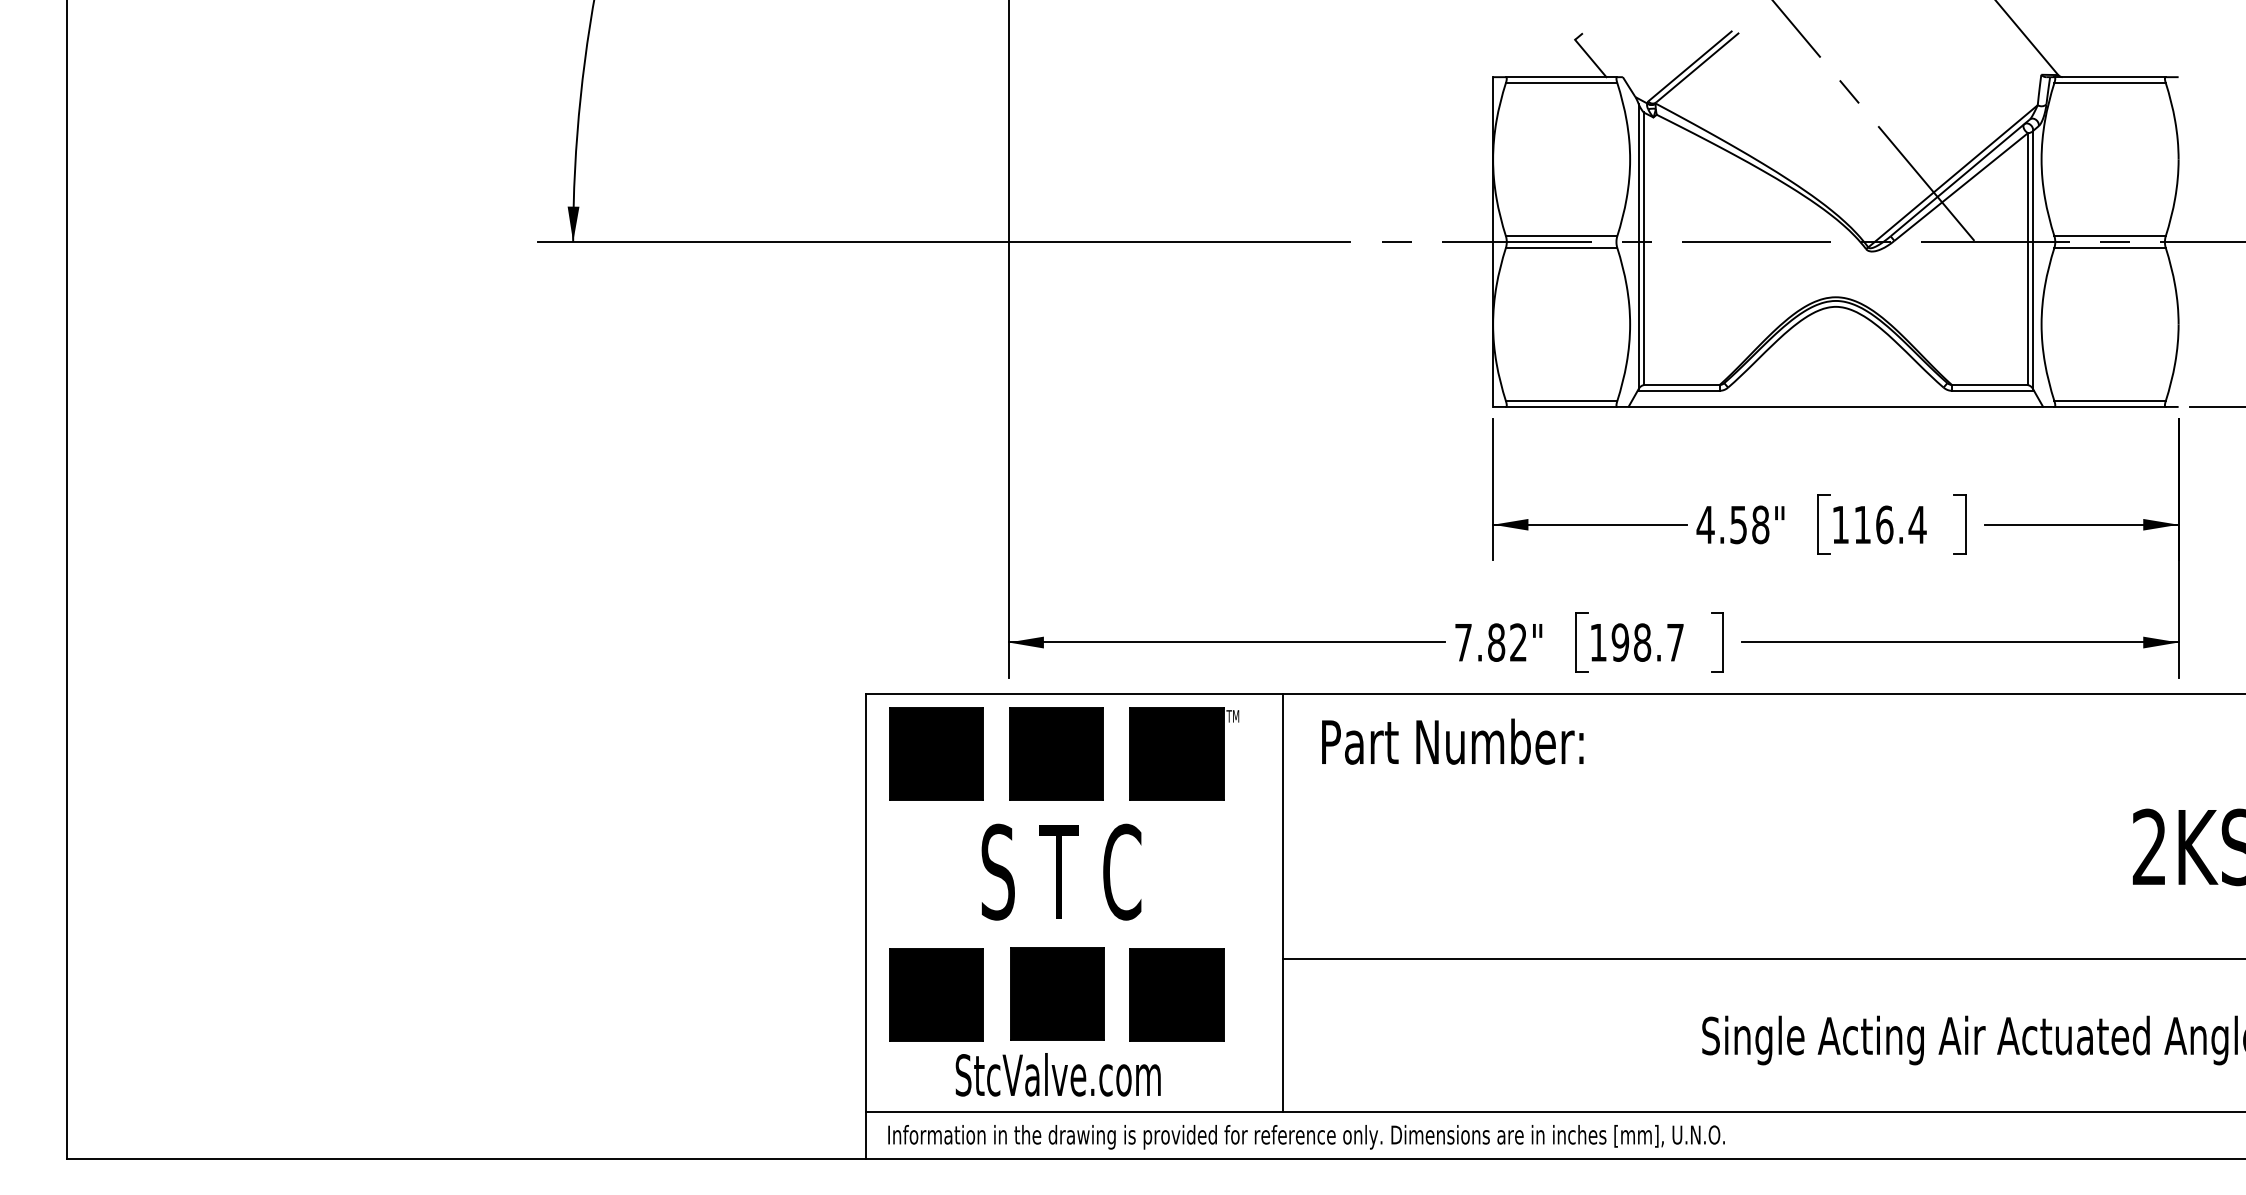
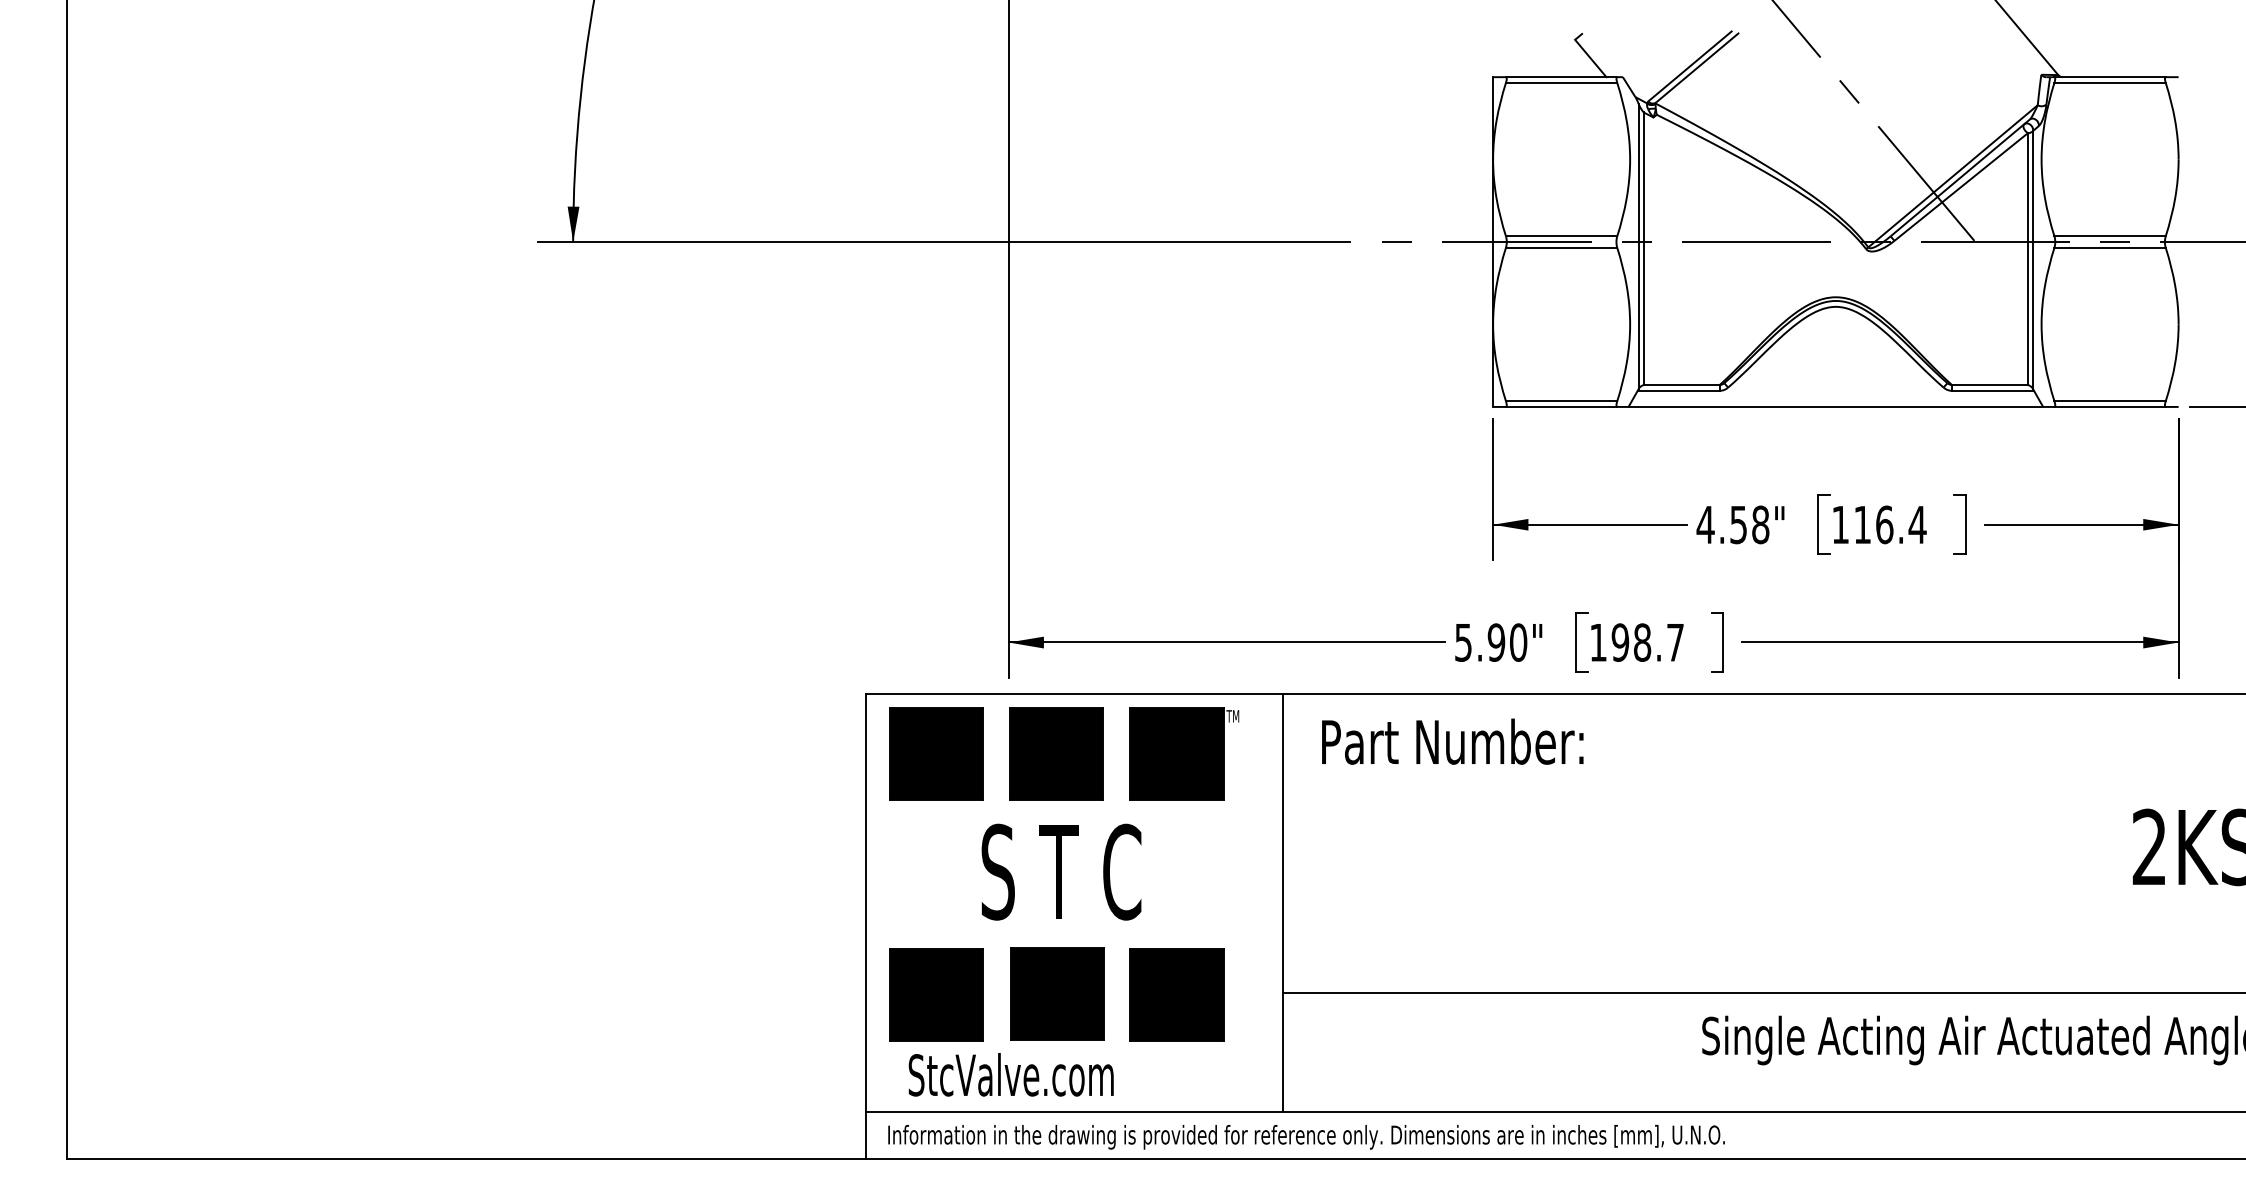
text at (1491, 642): 7.82" -> 5.90"
line at (1762, 958) position: (1762, 958) -> (1762, 992)
text at (1057, 1074) position: (1057, 1074) -> (1010, 1074)
